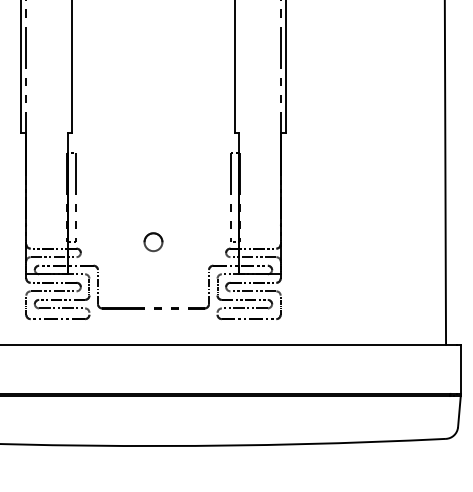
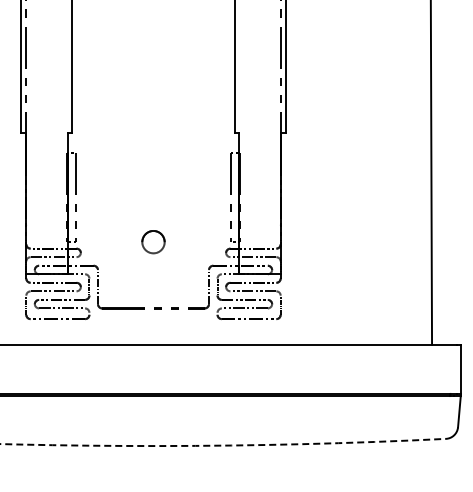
line at (445, 173) position: (445, 173) -> (431, 173)
part at (153, 242) size: 21x21 px -> 25x25 px
arc at (223, 445): solid -> dashed
